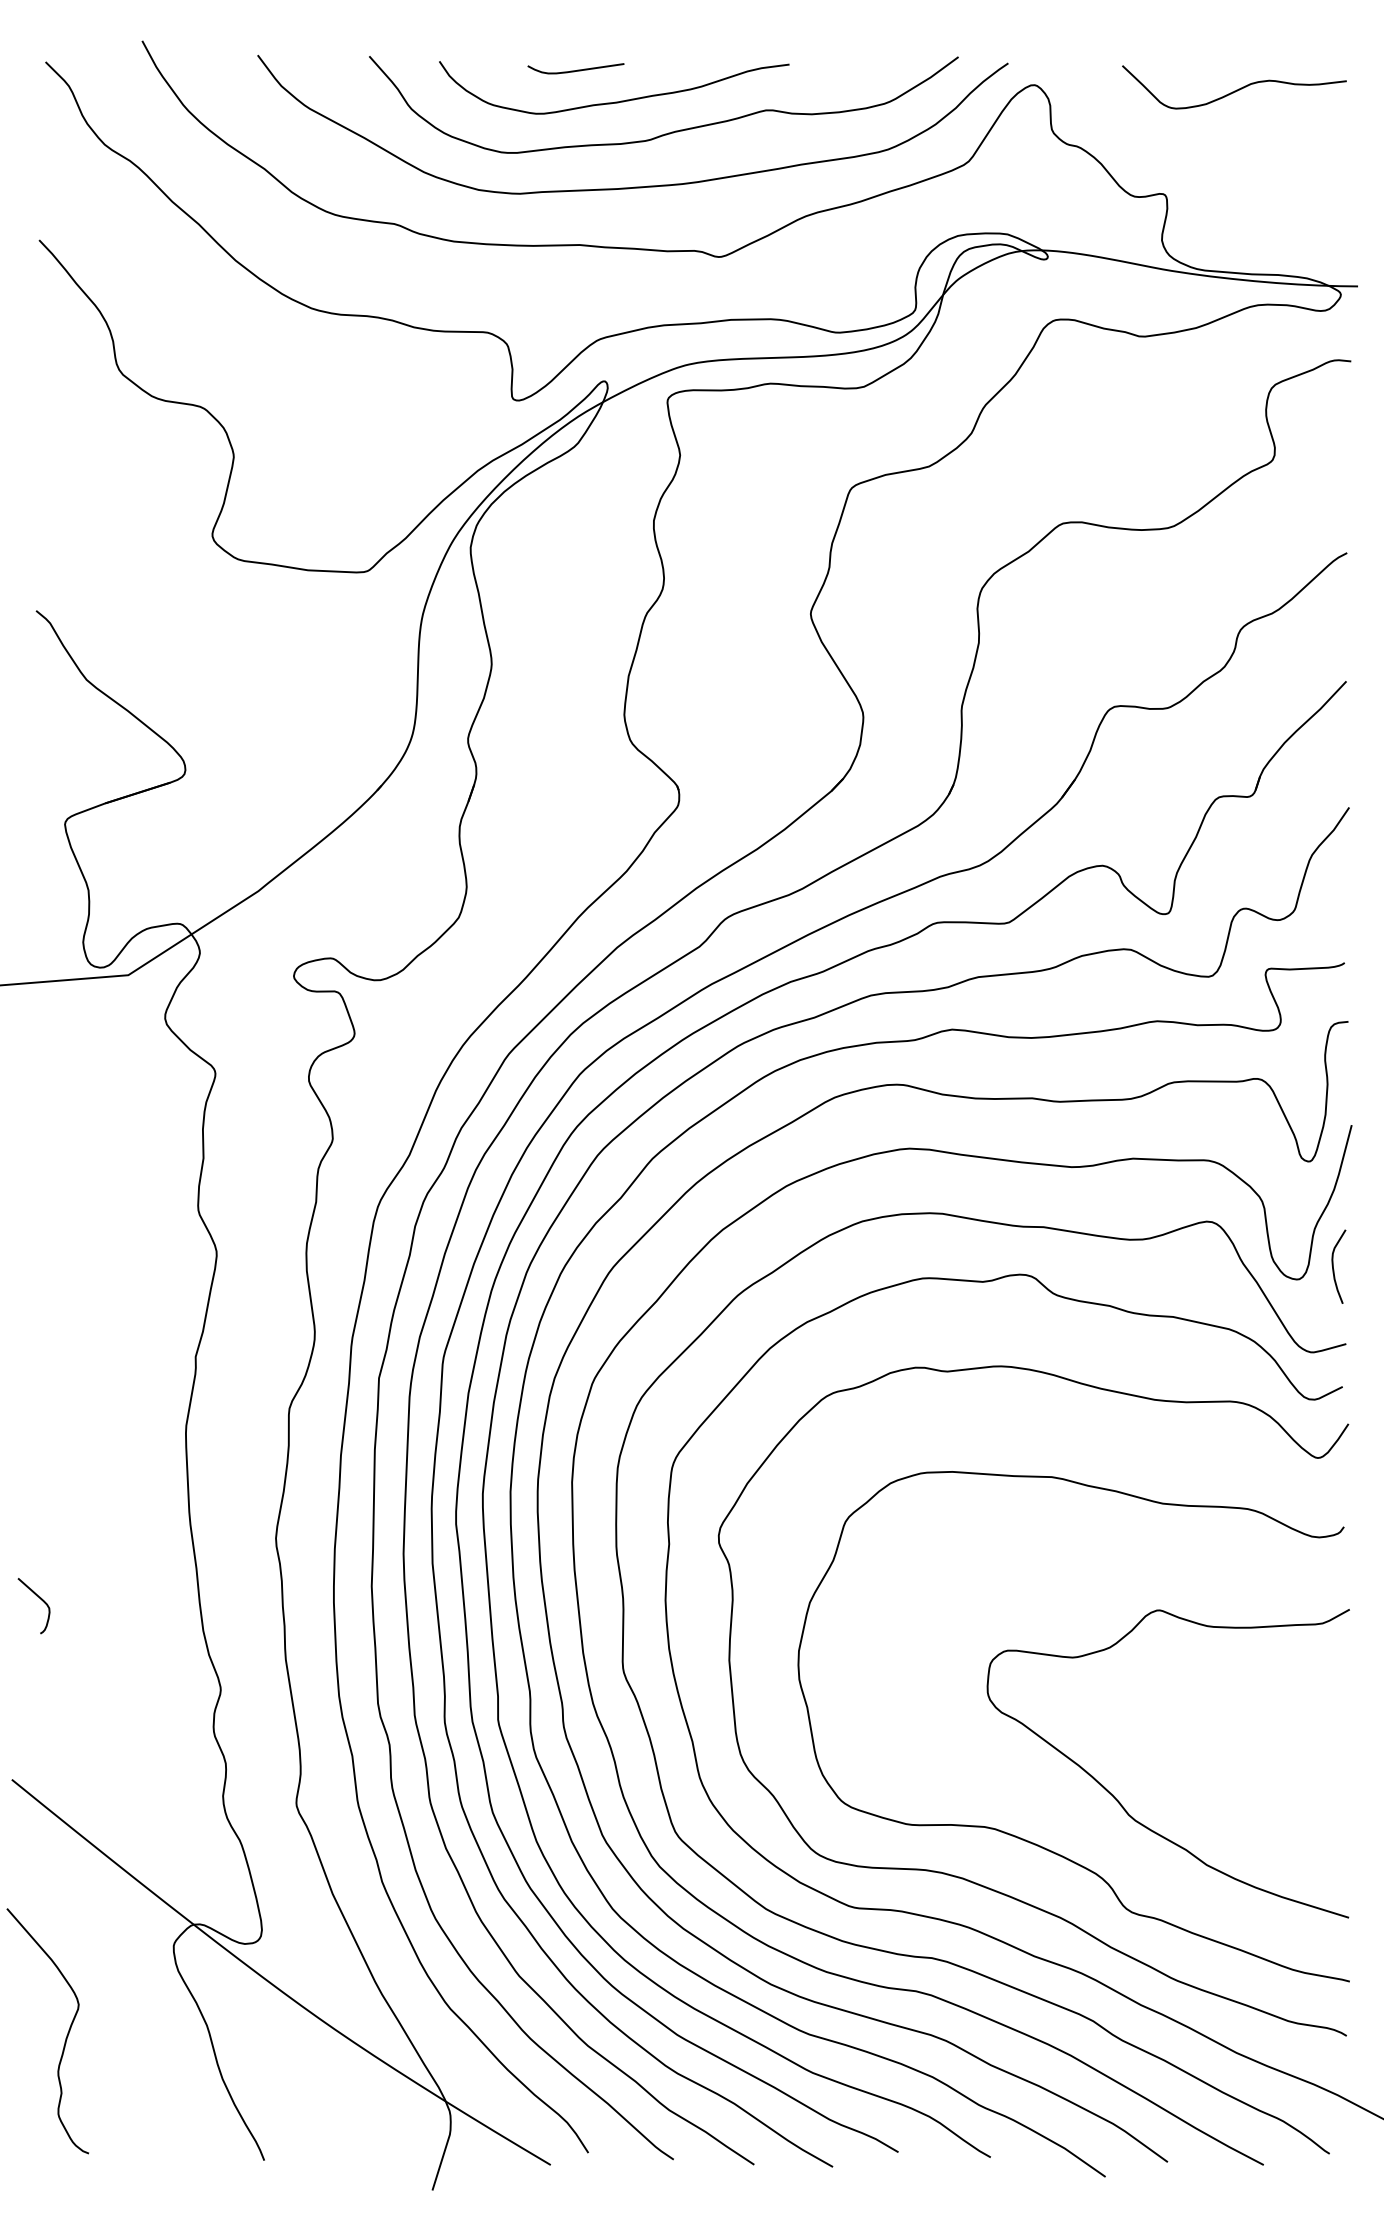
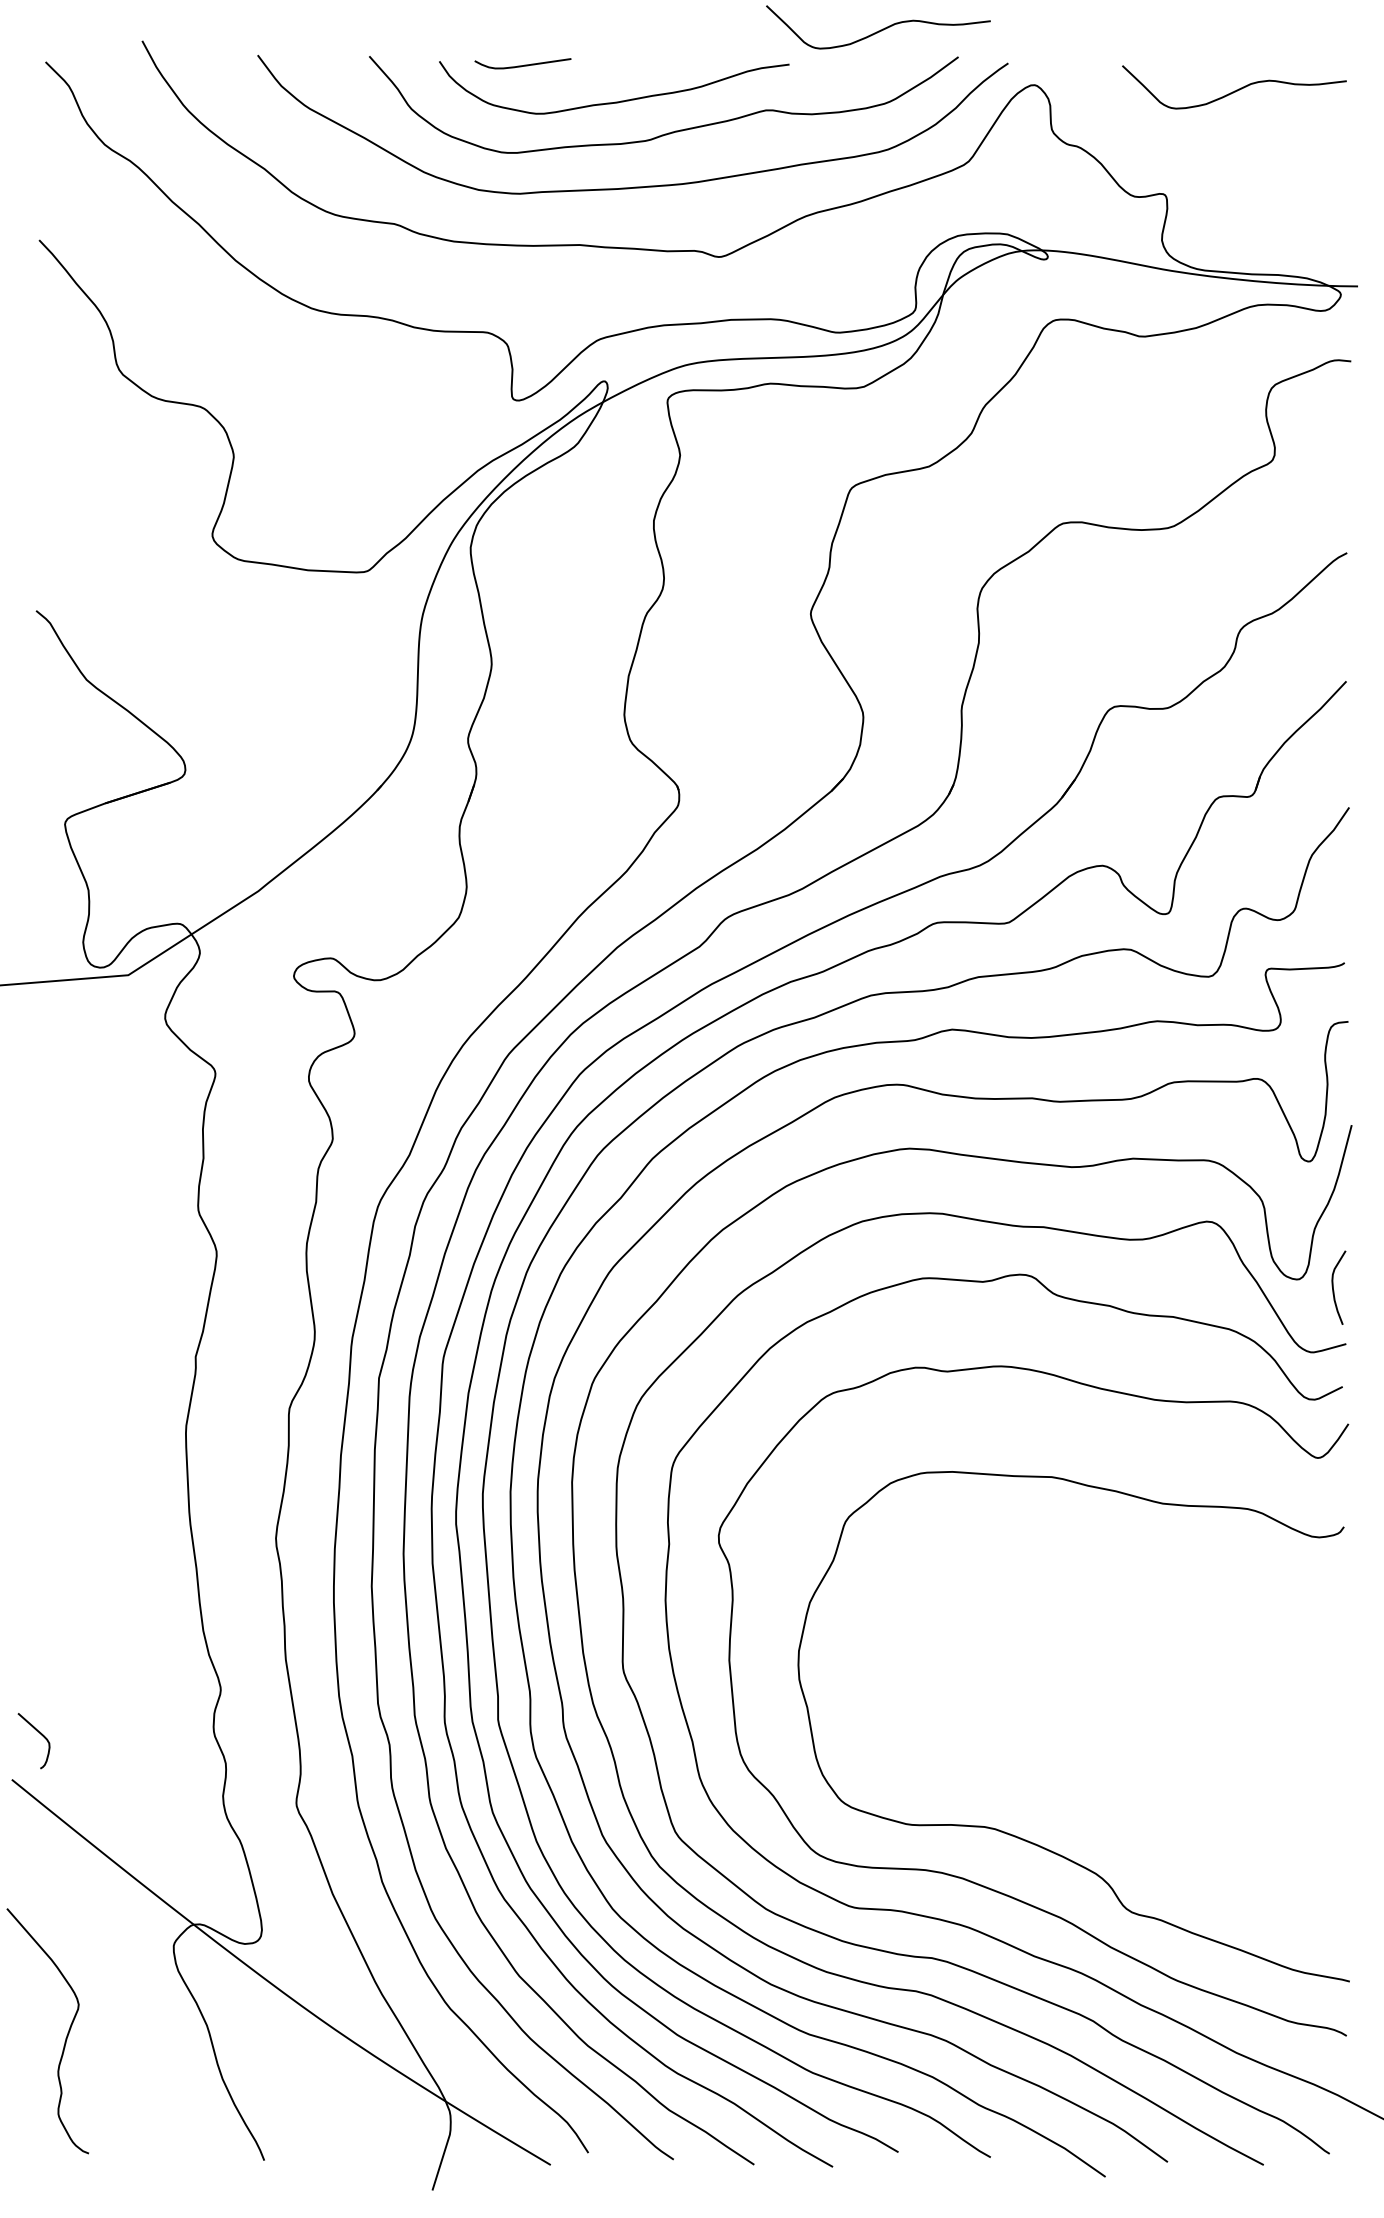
curve at (880, 29): none -> present
curve at (575, 70) position: (575, 70) -> (522, 65)
curve at (1333, 1266) position: (1333, 1266) -> (1333, 1287)
curve at (40, 1599) position: (40, 1599) -> (40, 1734)
curve at (1120, 1802): present -> none
